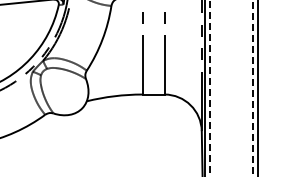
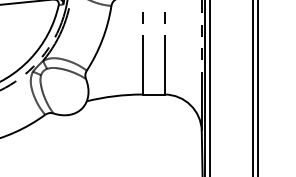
line at (209, 88): dashed -> solid
line at (253, 88): dashed -> solid
